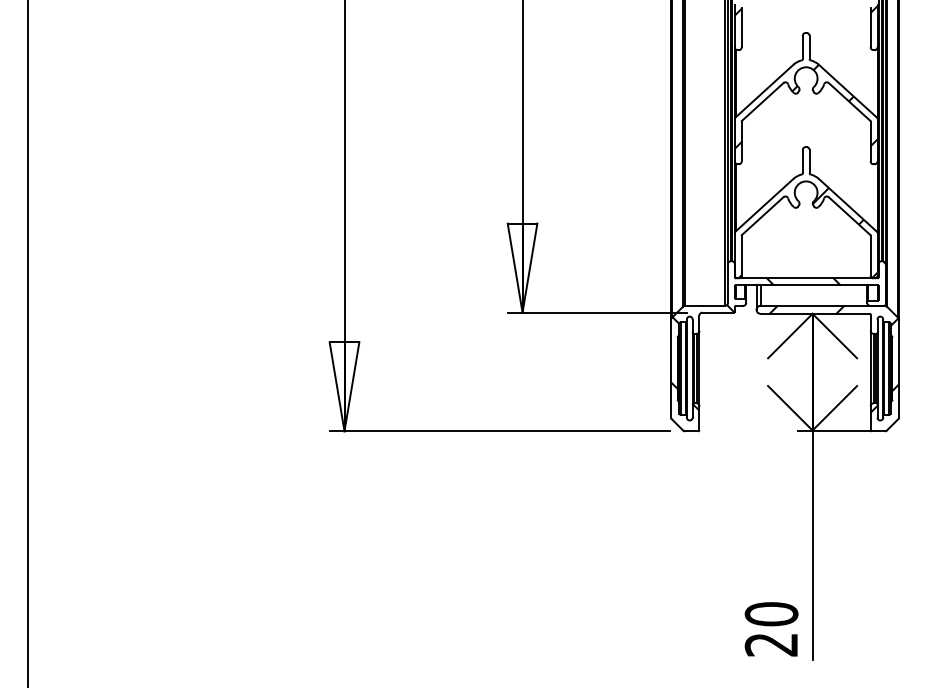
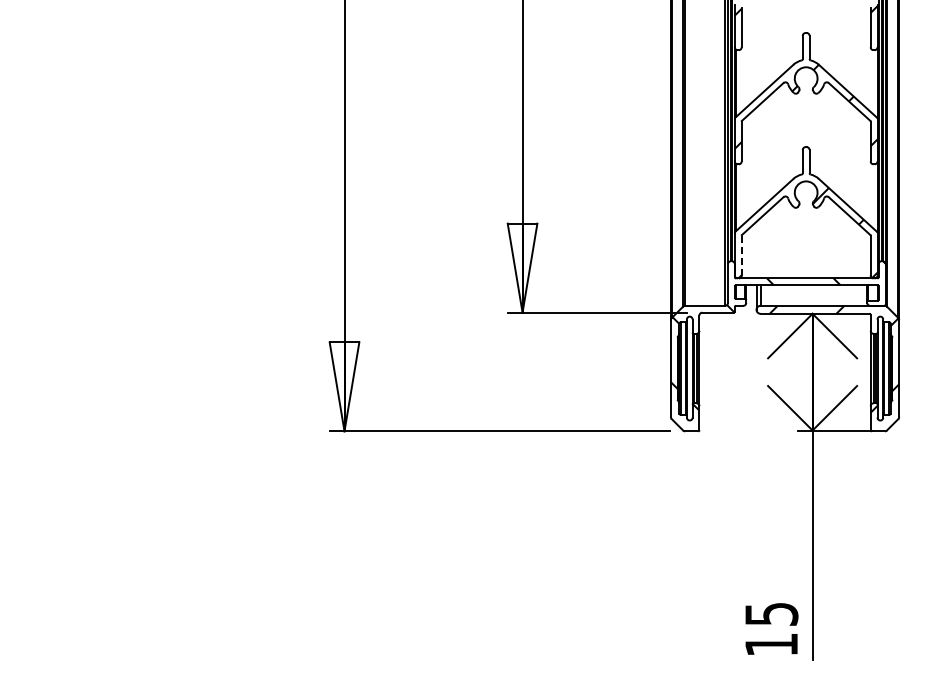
line at (741, 255): solid -> dashed
line at (27, 343): present -> none
text at (771, 629): 20 -> 15
